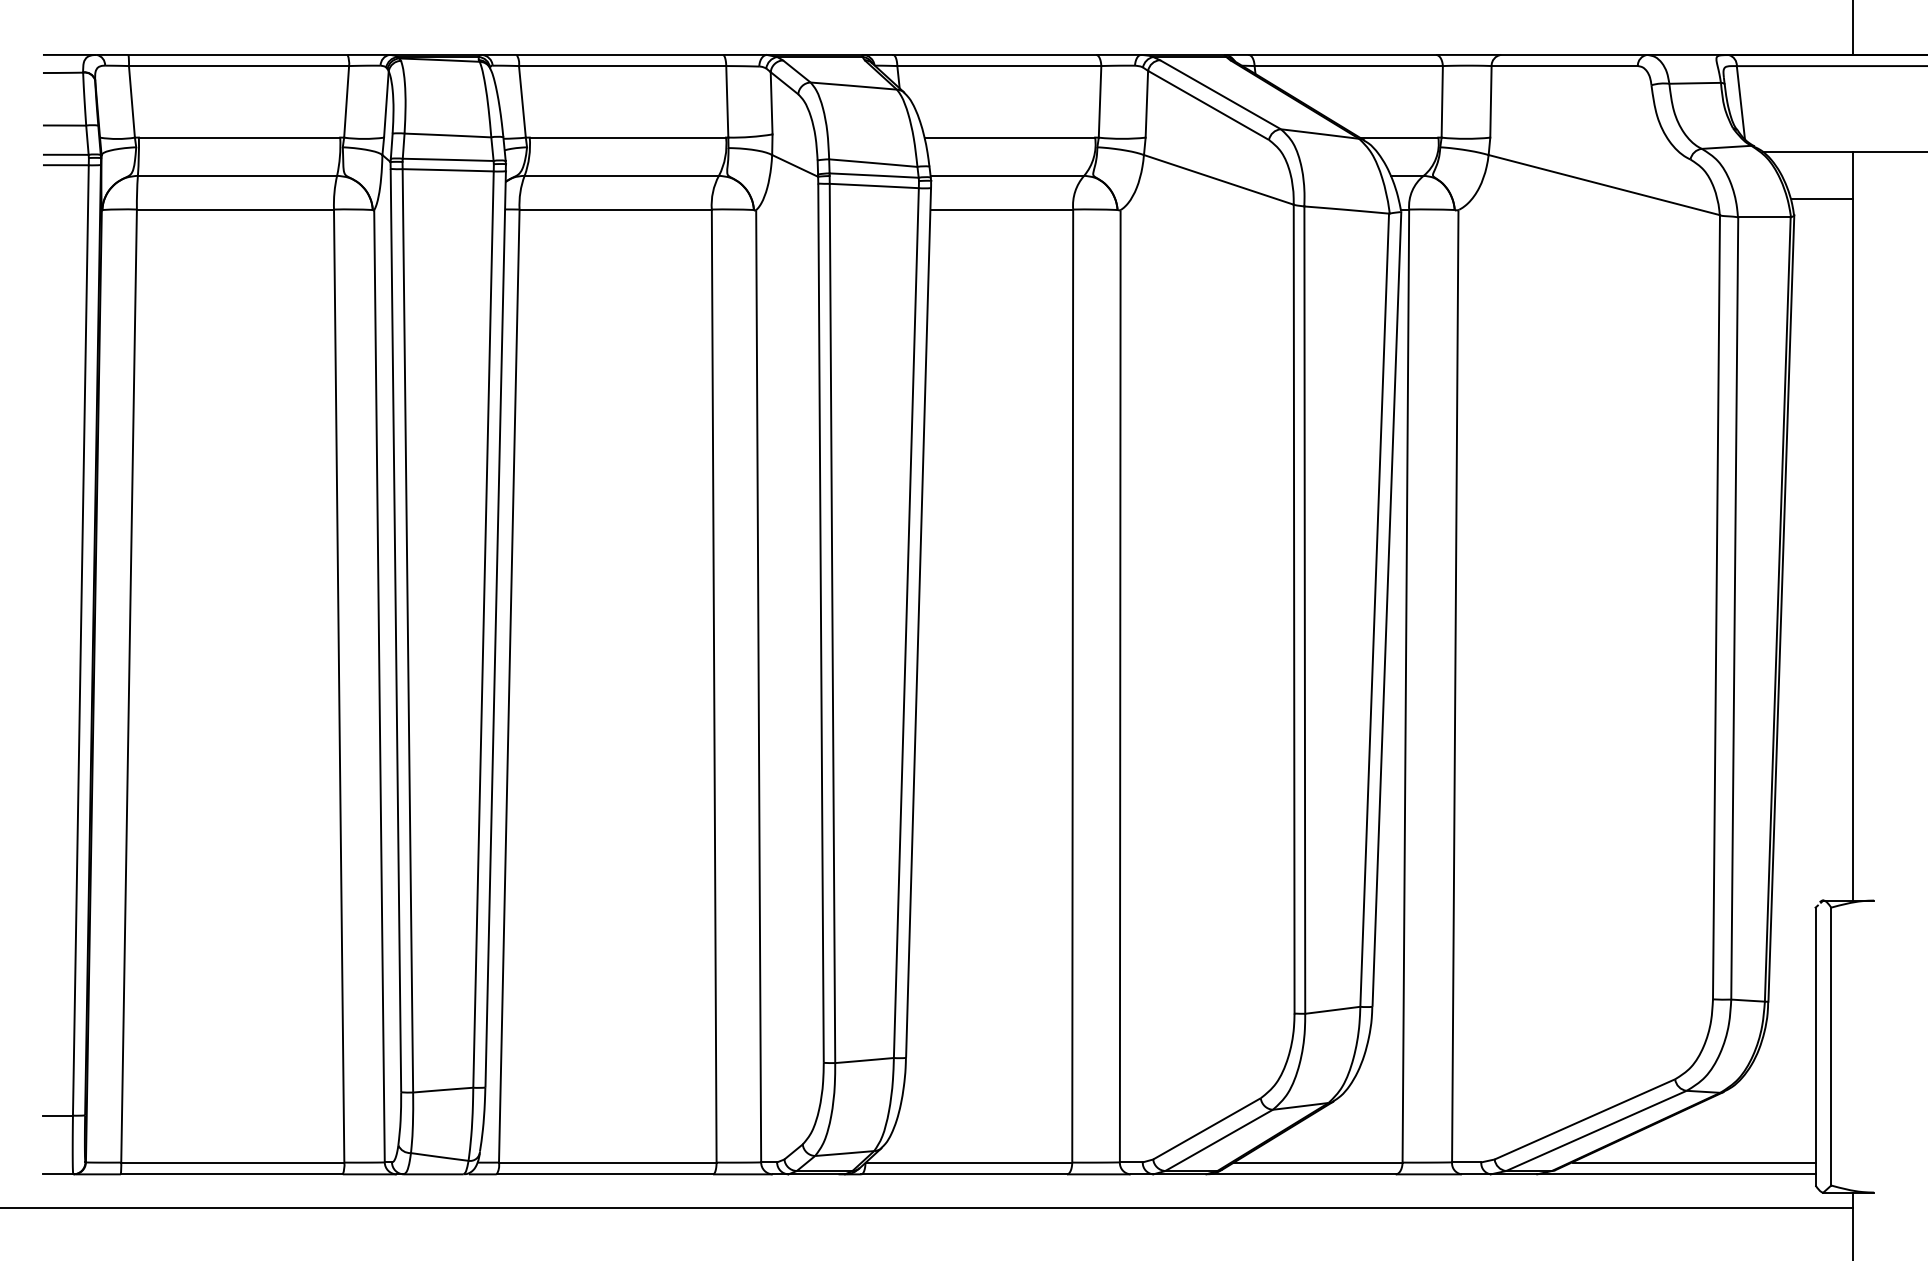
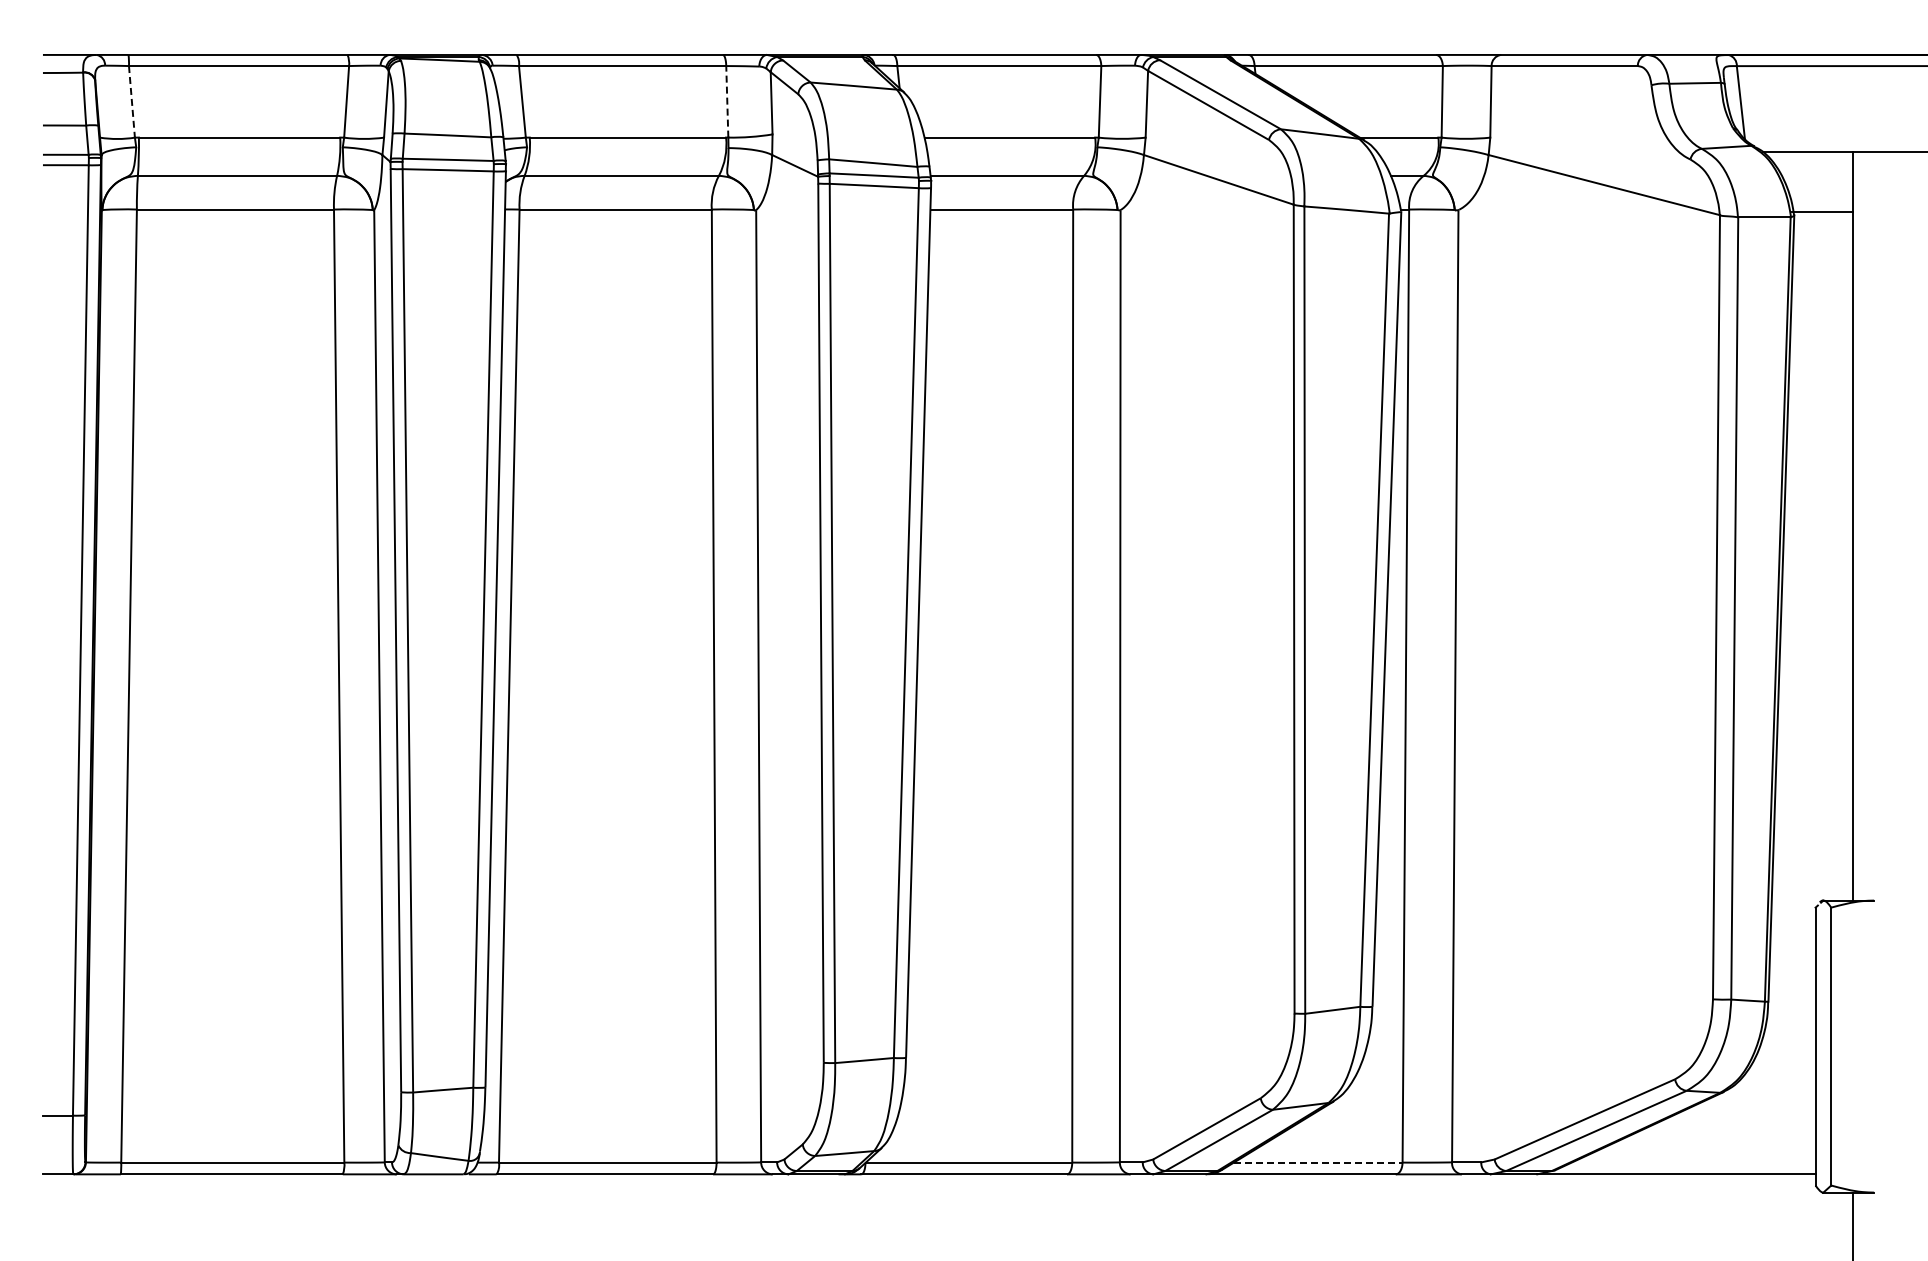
line at (1852, 28): present -> none
line at (727, 101): solid -> dashed
line at (132, 102): solid -> dashed
line at (1821, 199) position: (1821, 199) -> (1821, 212)
line at (1318, 1162): solid -> dashed
line at (1693, 1162): present -> none
line at (927, 1208): present -> none
